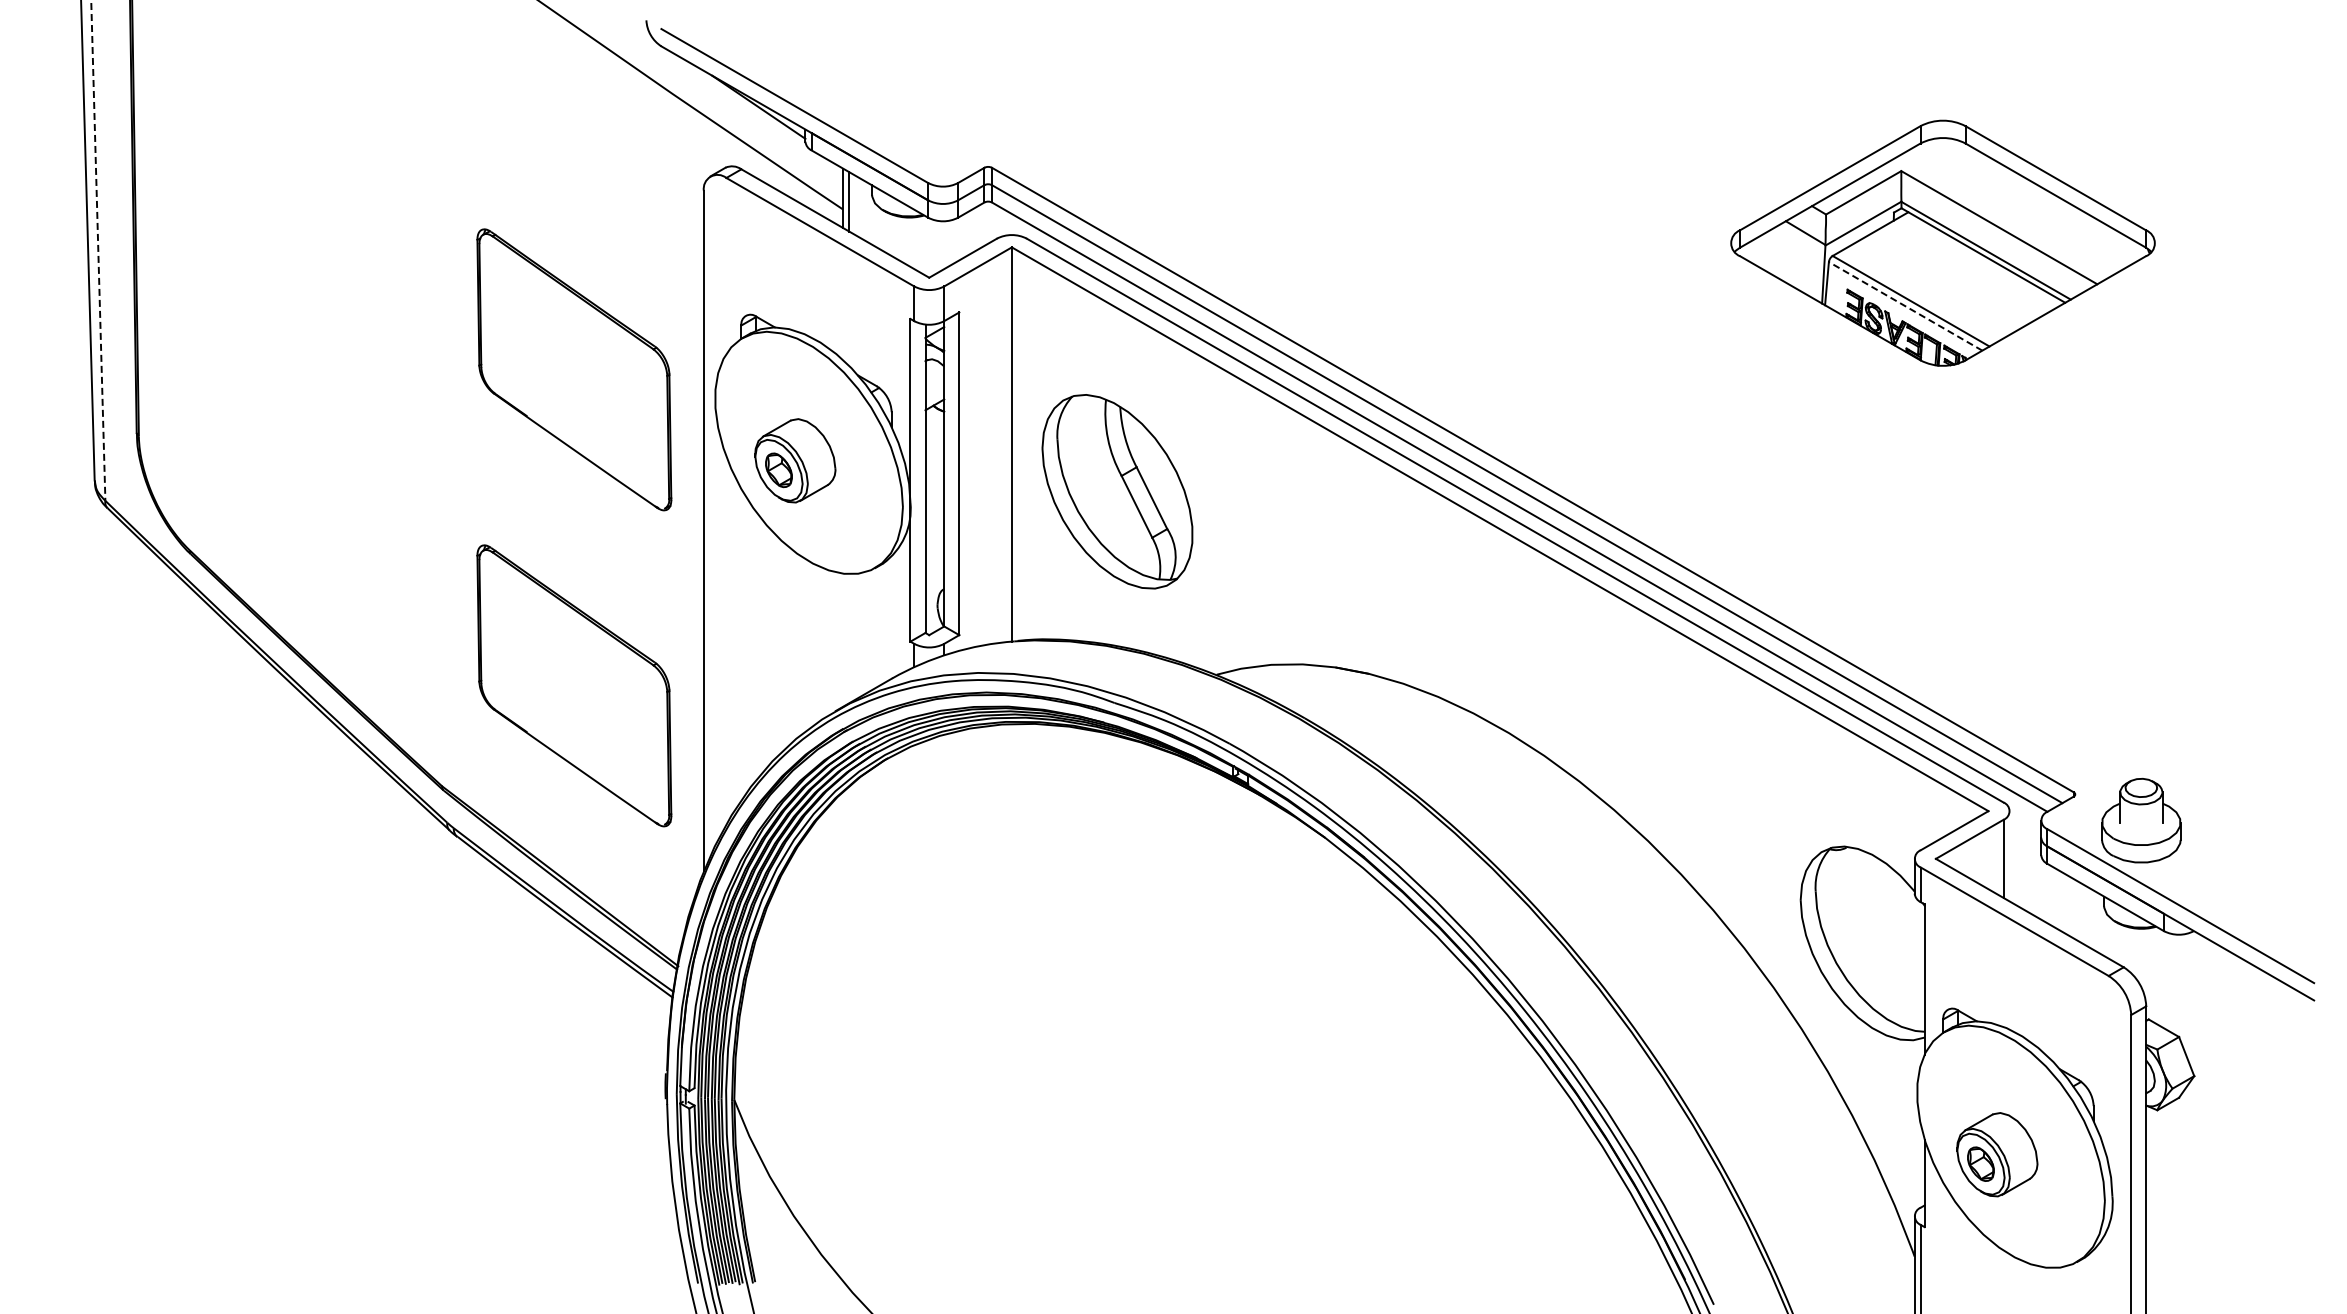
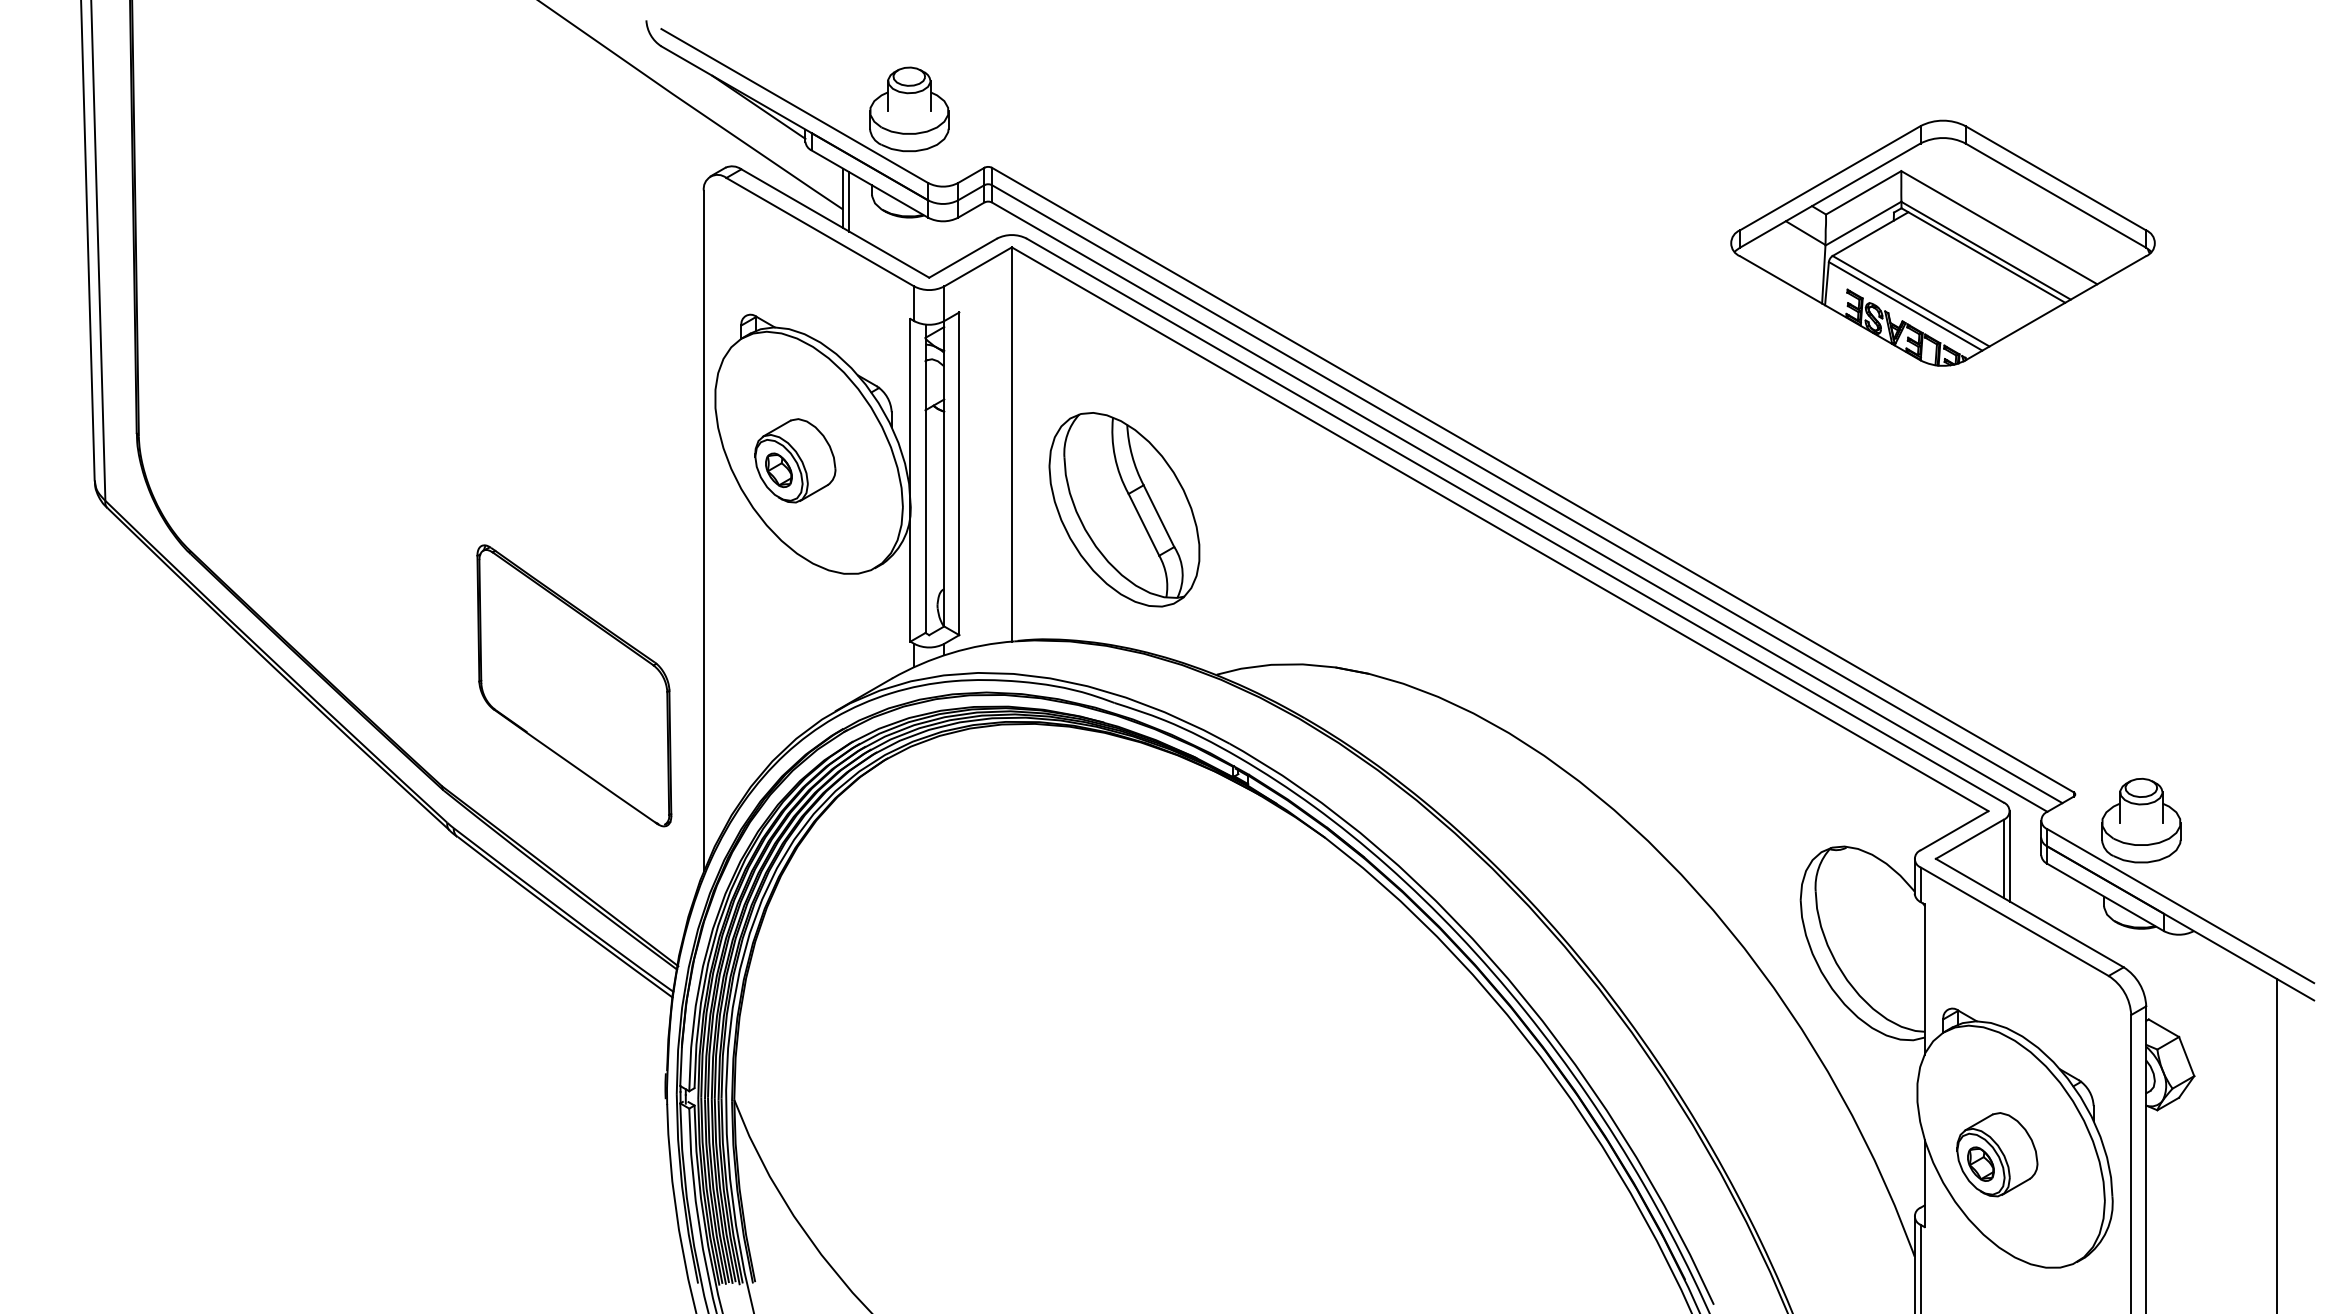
part at (909, 109): none -> present
line at (98, 250): dashed -> solid
line at (1905, 306): dashed -> solid
part at (574, 369): present -> none
part at (1117, 491) position: (1117, 491) -> (1124, 509)
line at (2009, 856): none -> present
line at (2276, 1144): none -> present
